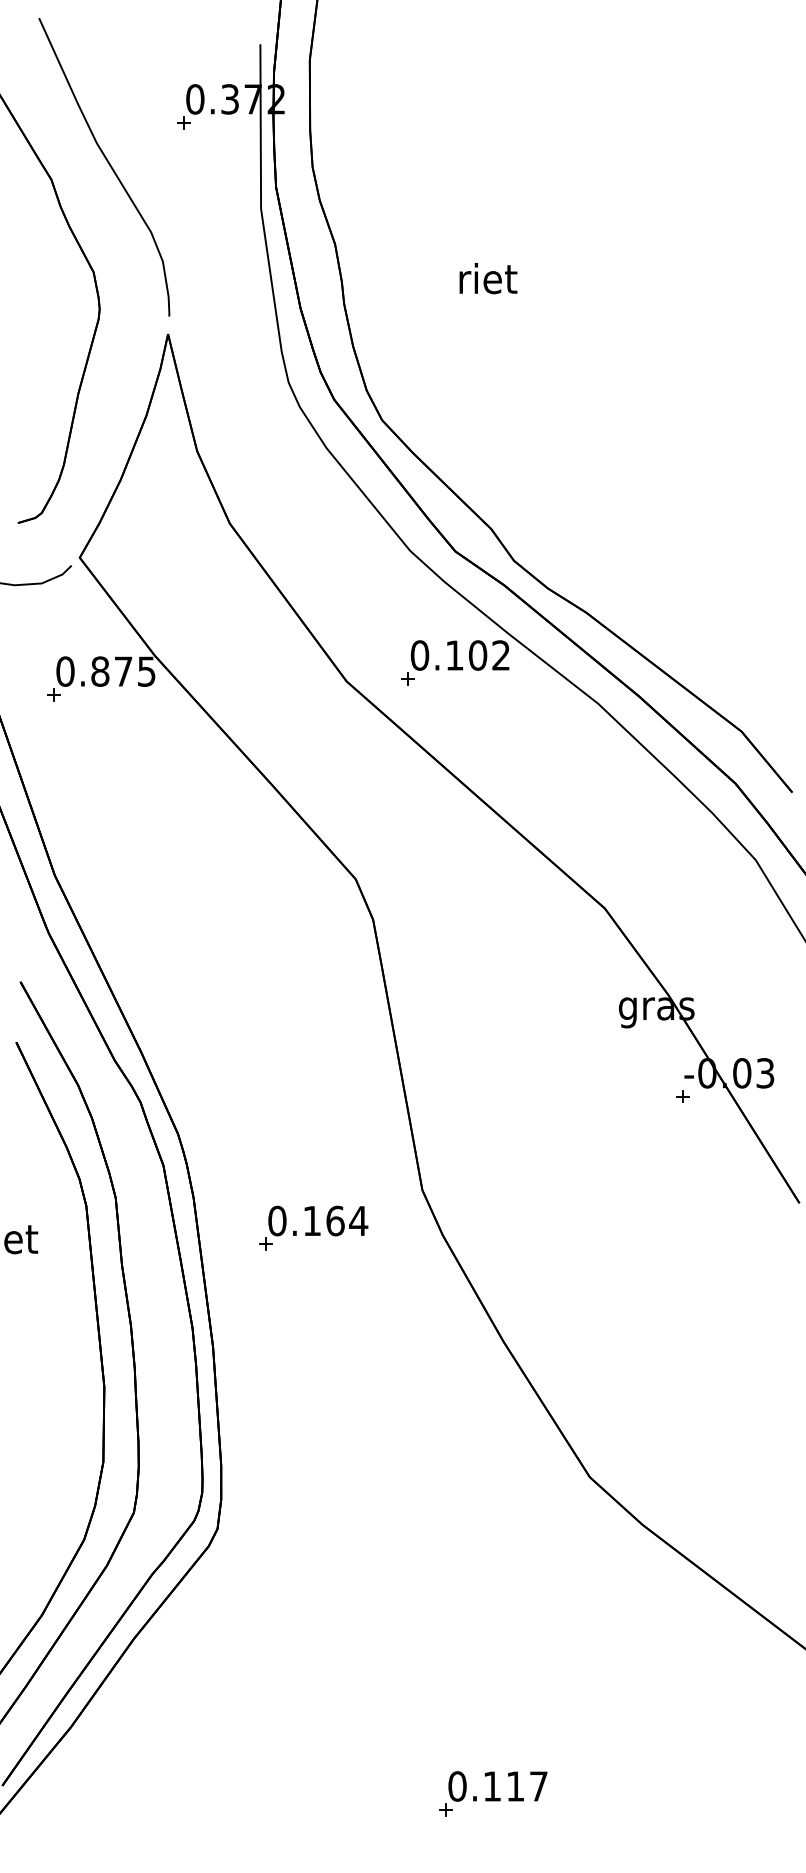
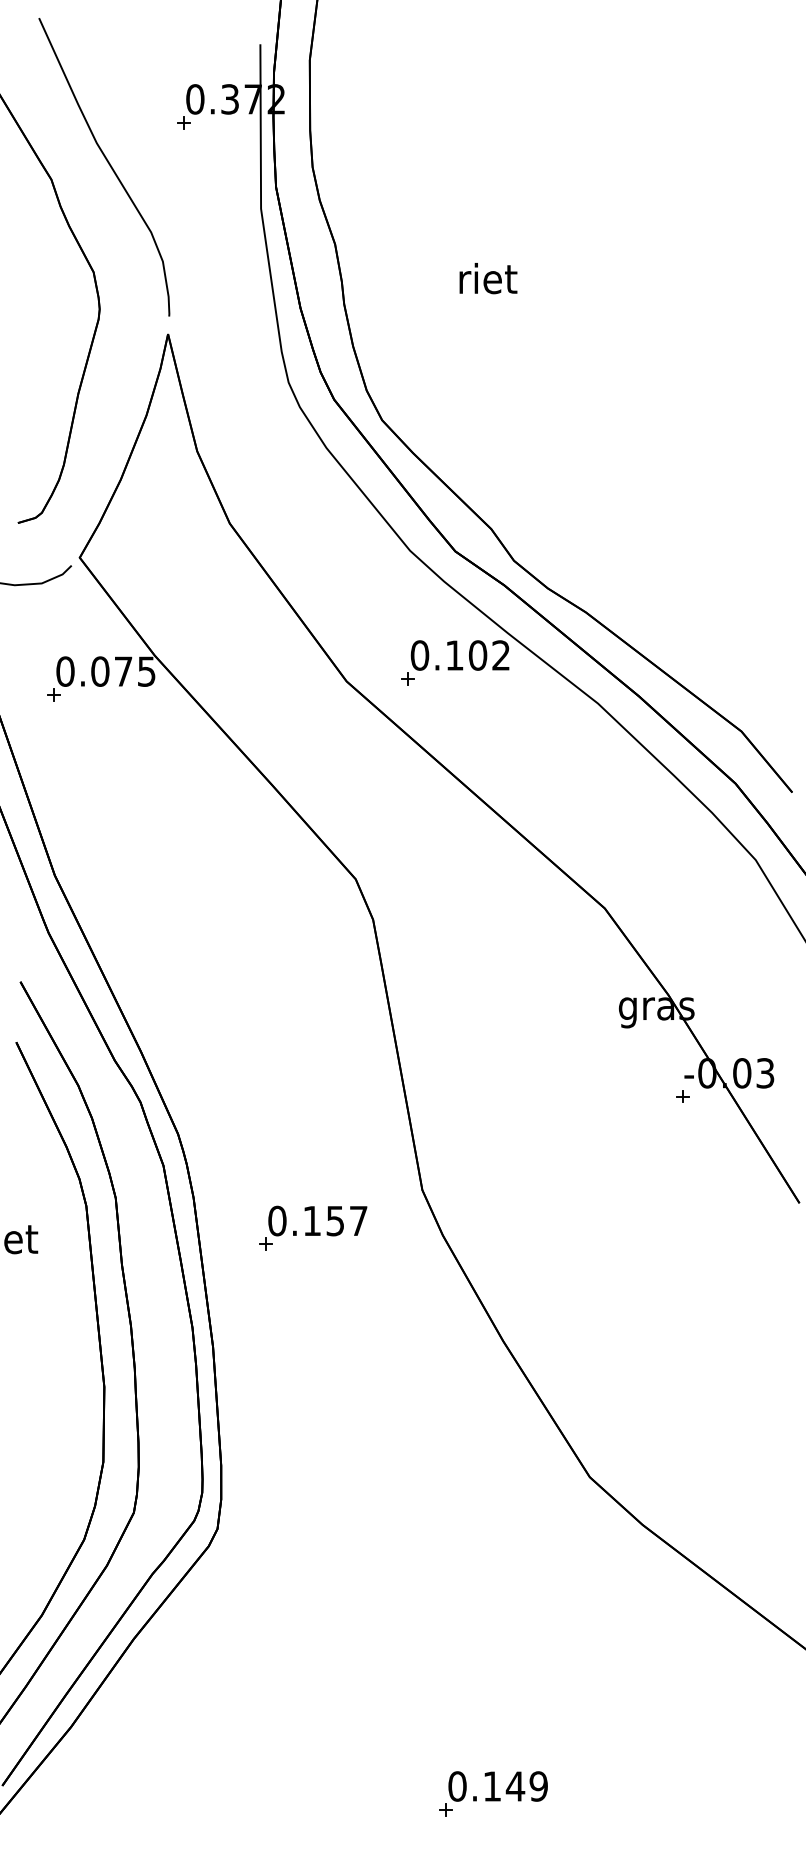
text at (100, 671): 0.875 -> 0.075
text at (347, 1220): 0.164 -> 0.157
text at (526, 1786): 0.117 -> 0.149
